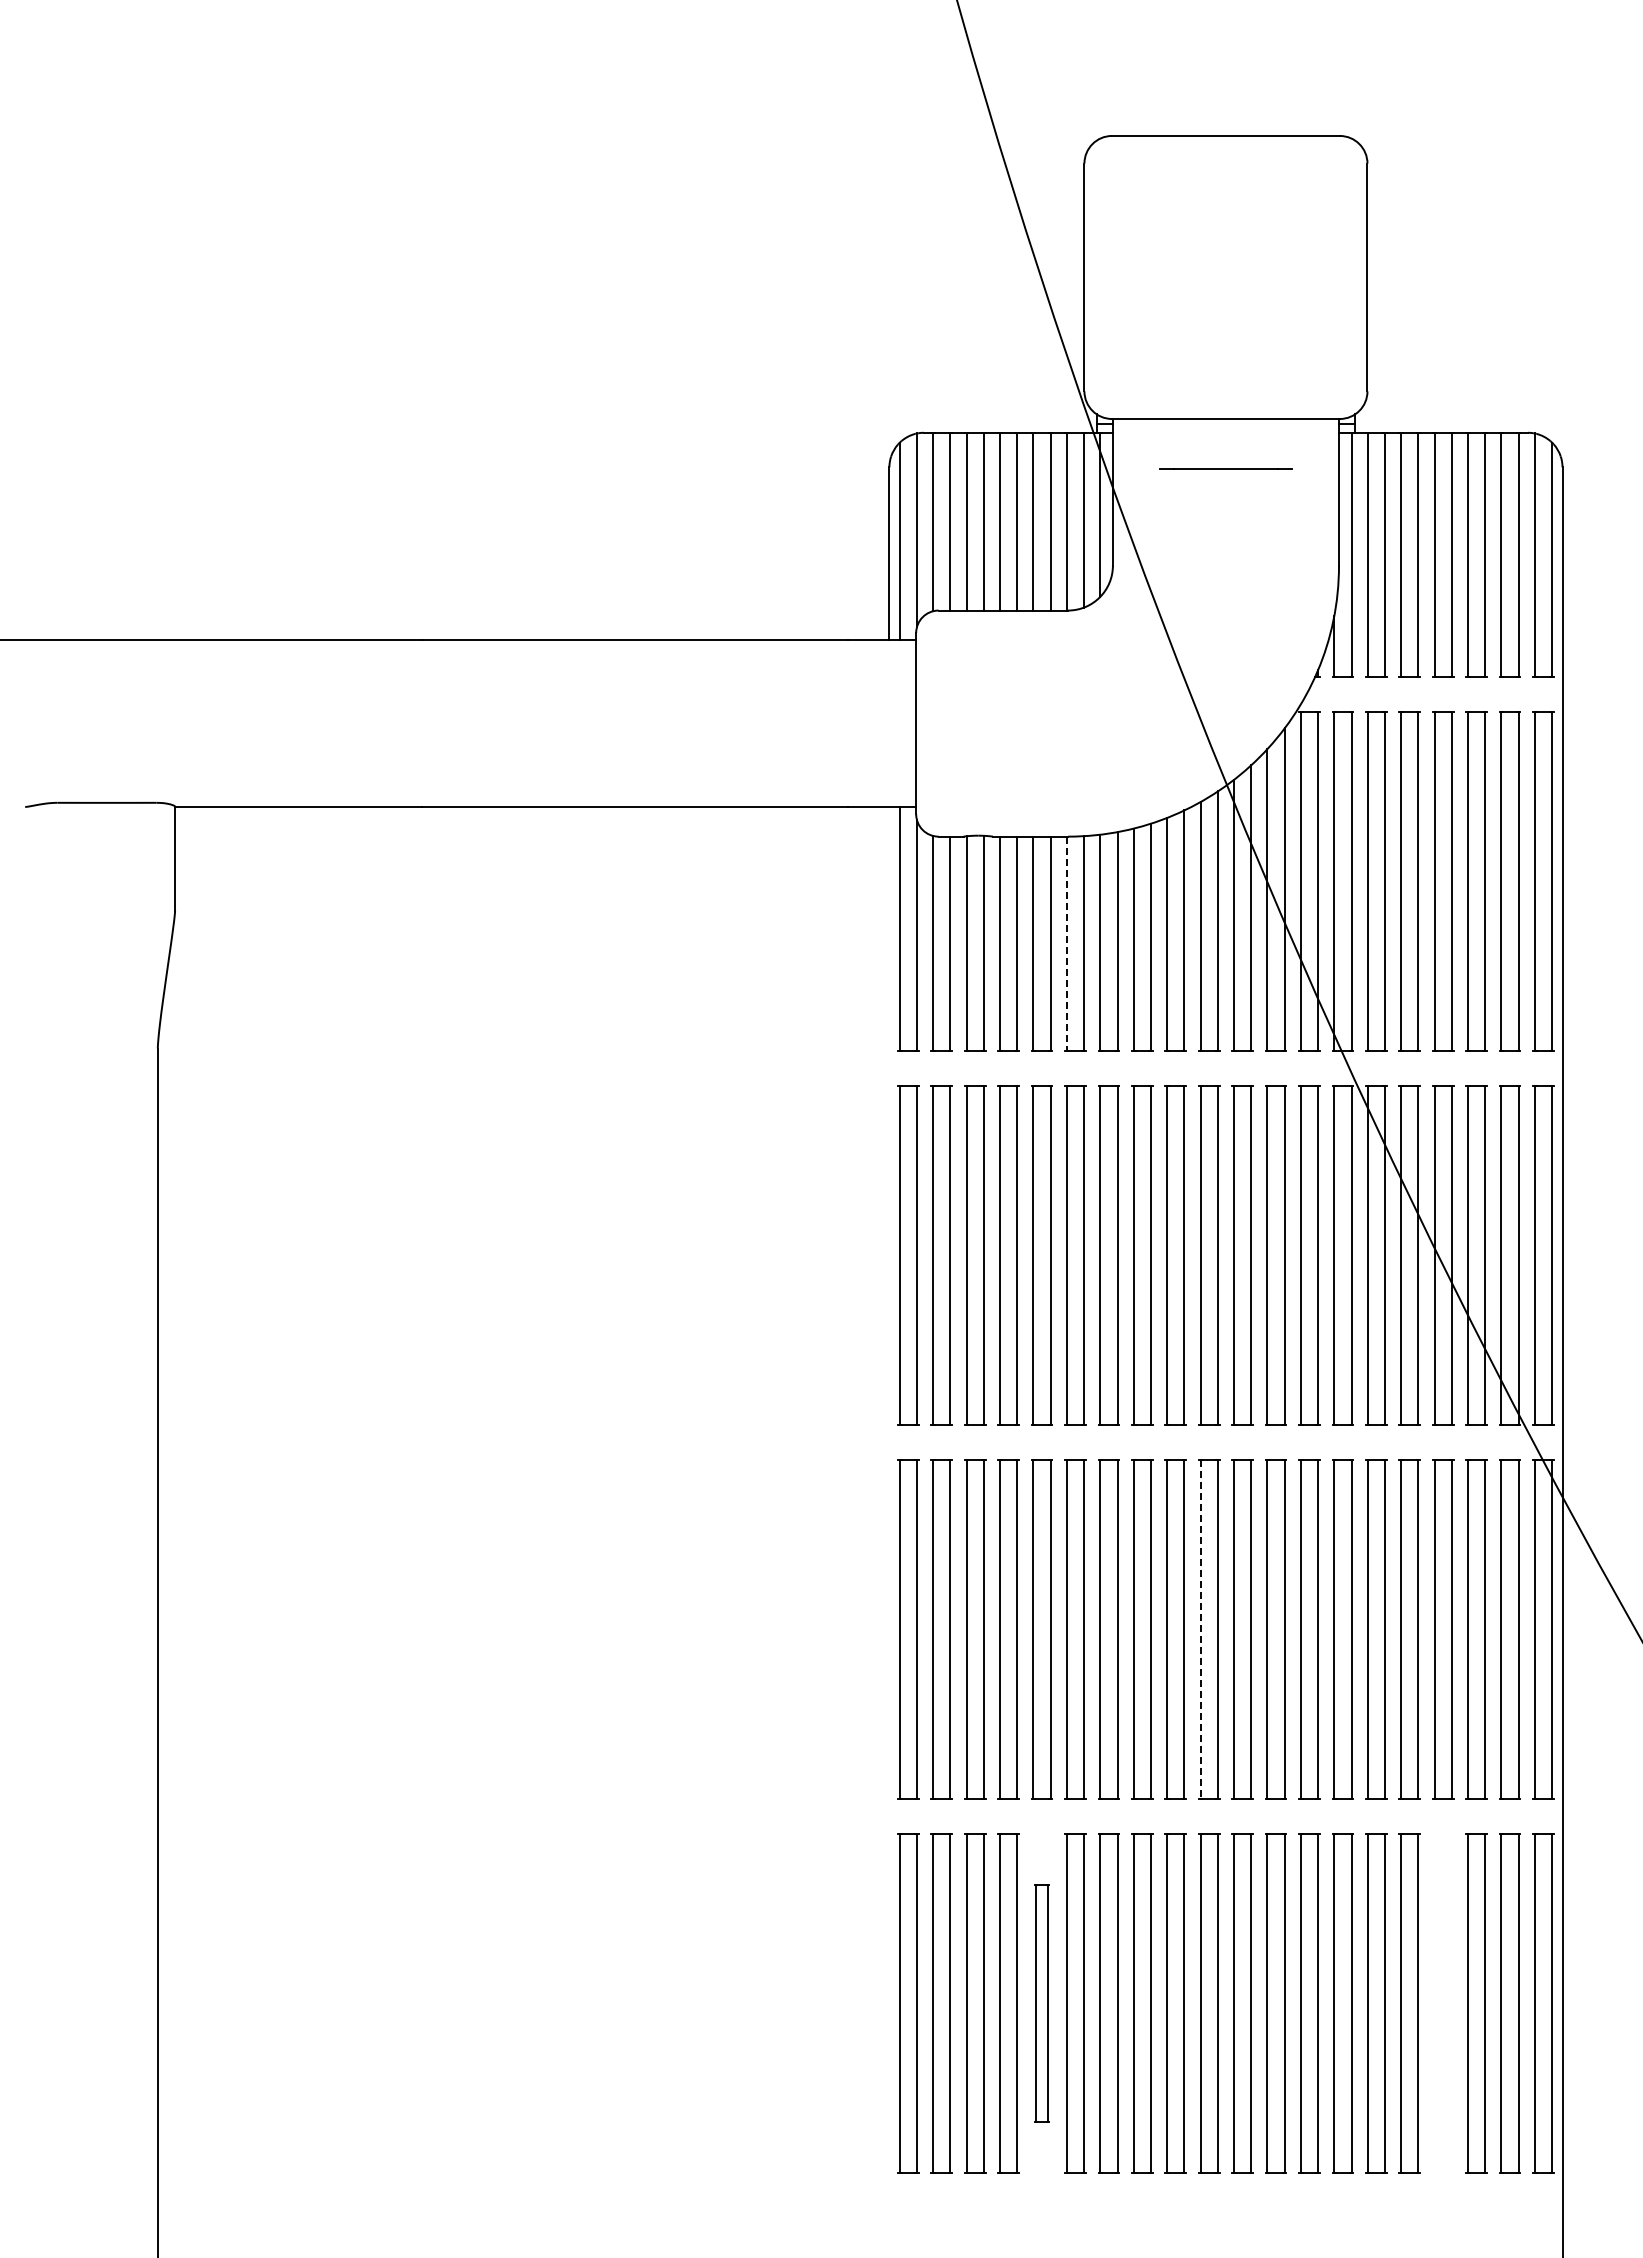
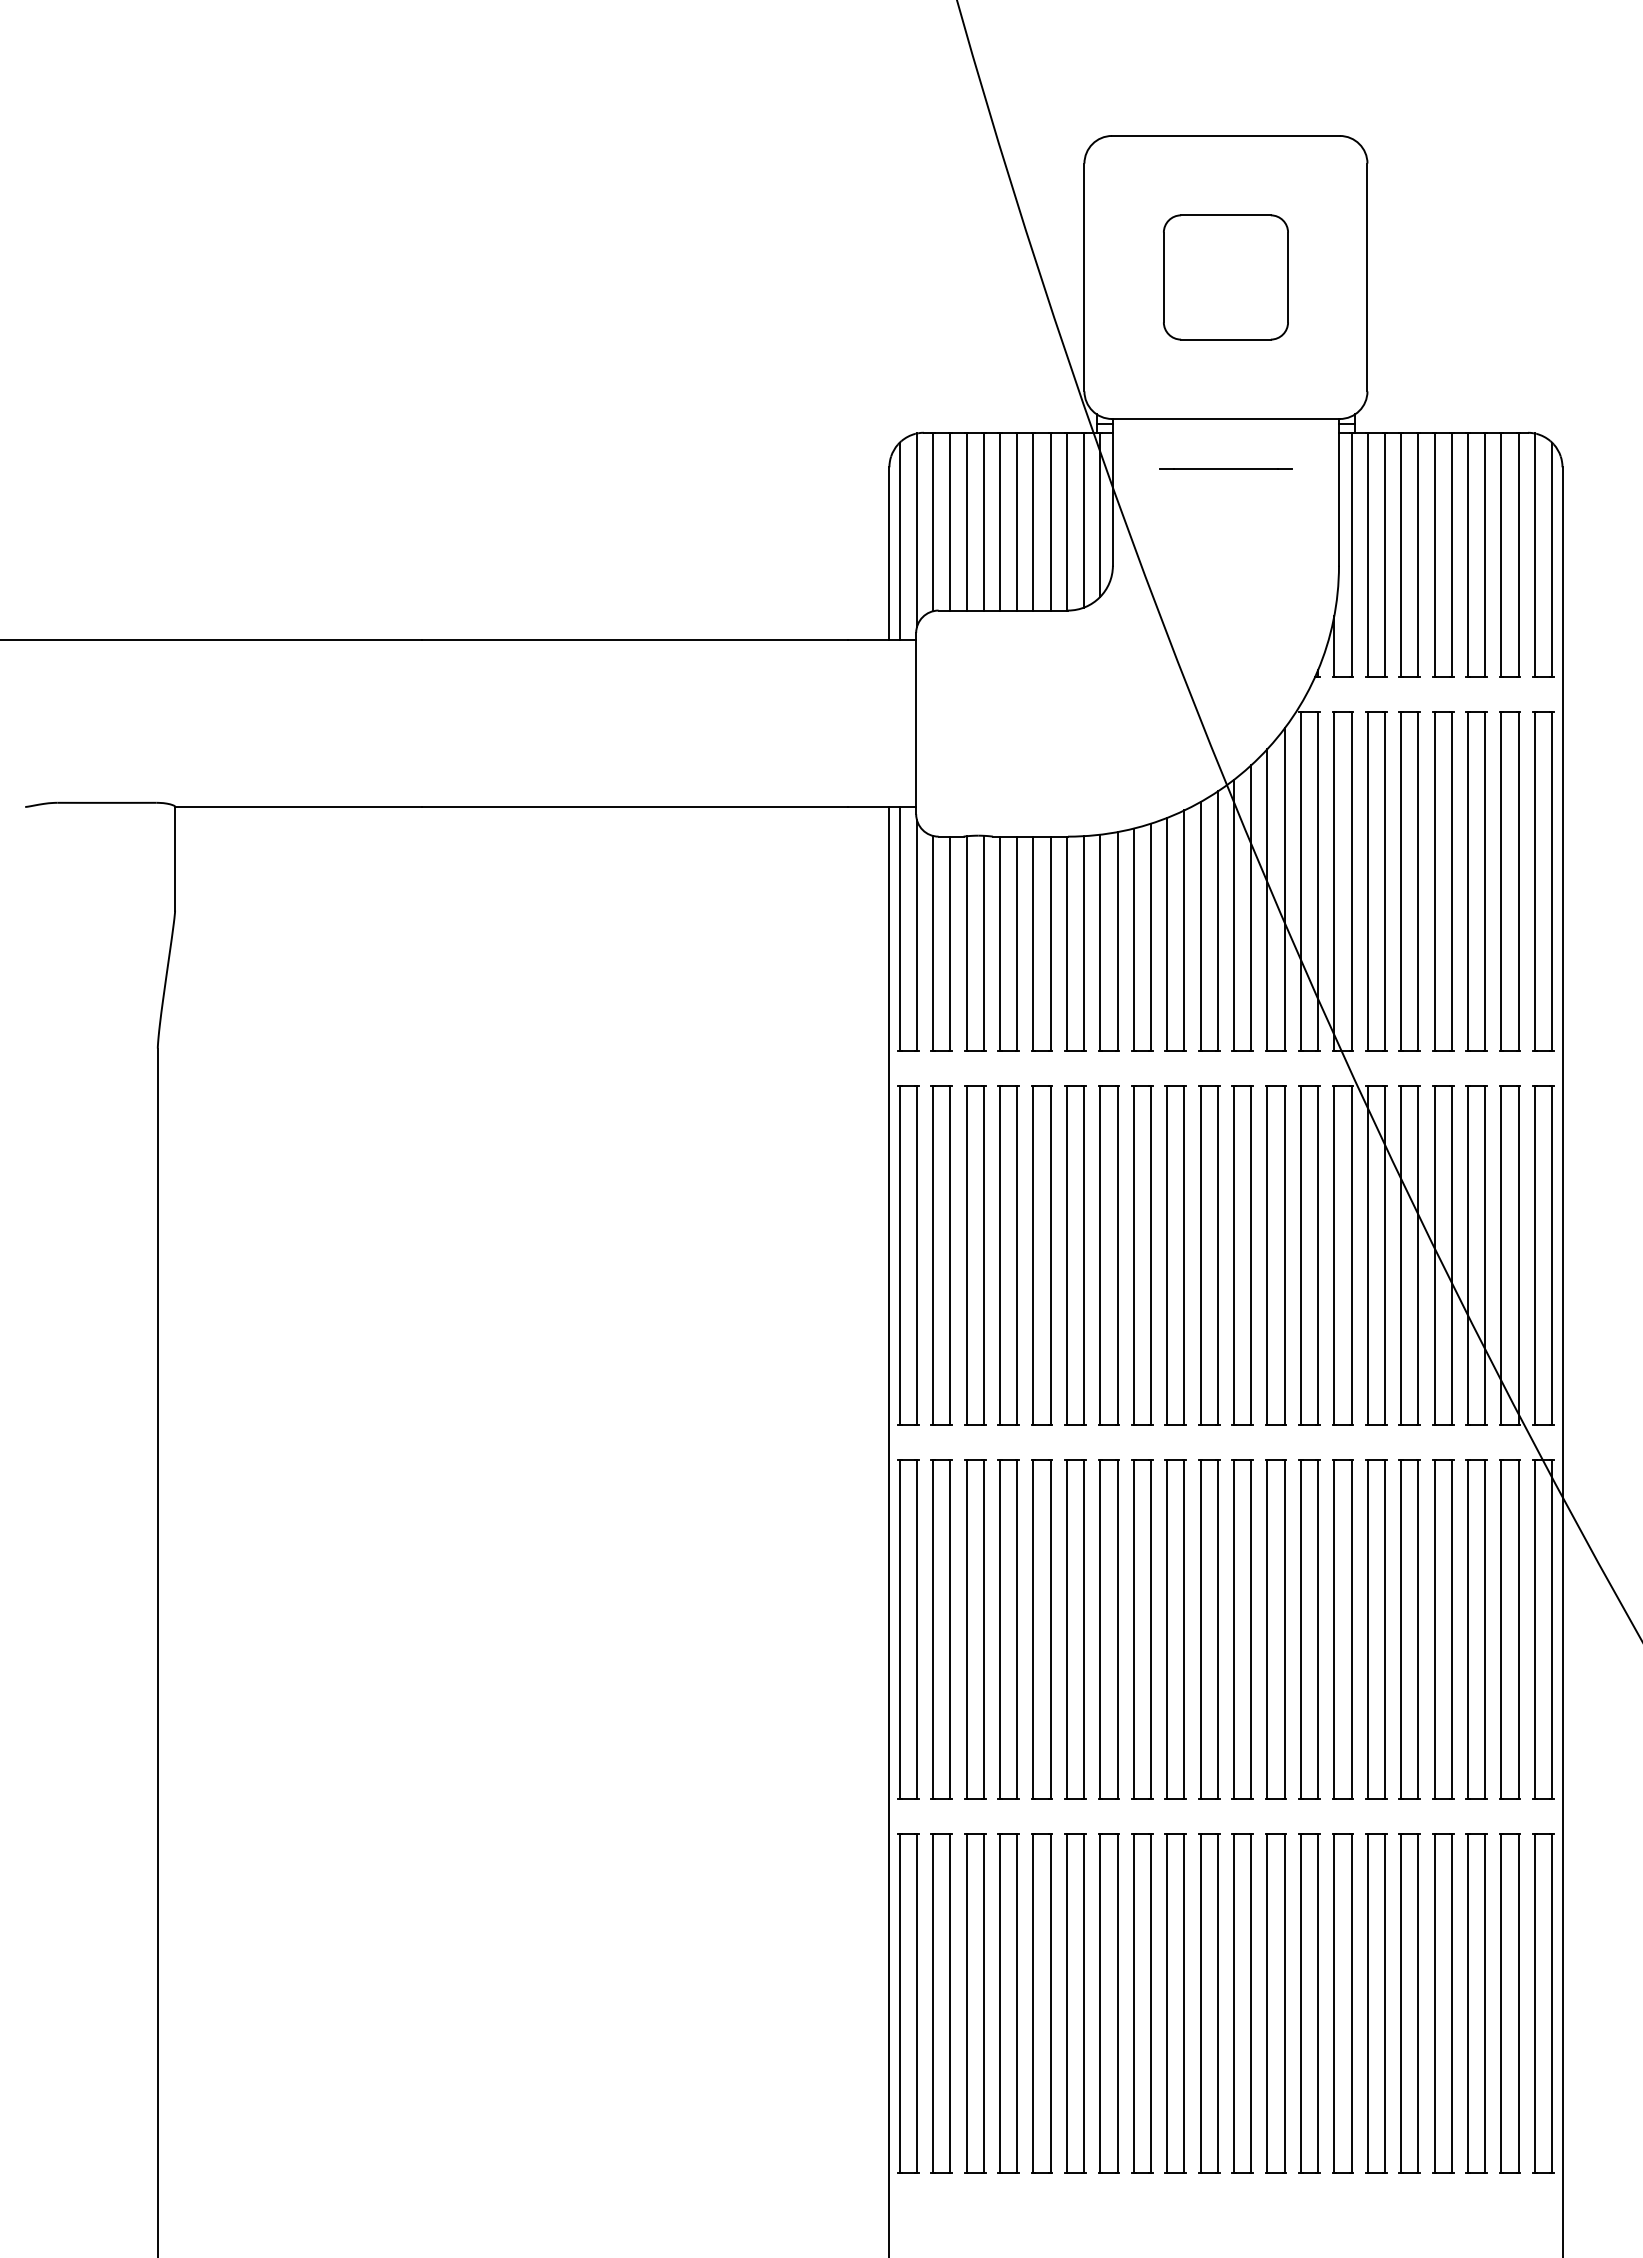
part at (1225, 277): none -> present
line at (1066, 944): dashed -> solid
line at (889, 1530): none -> present
line at (1200, 1629): dashed -> solid
part at (1041, 2003) size: 16x239 px -> 22x341 px
part at (1443, 2003): none -> present
